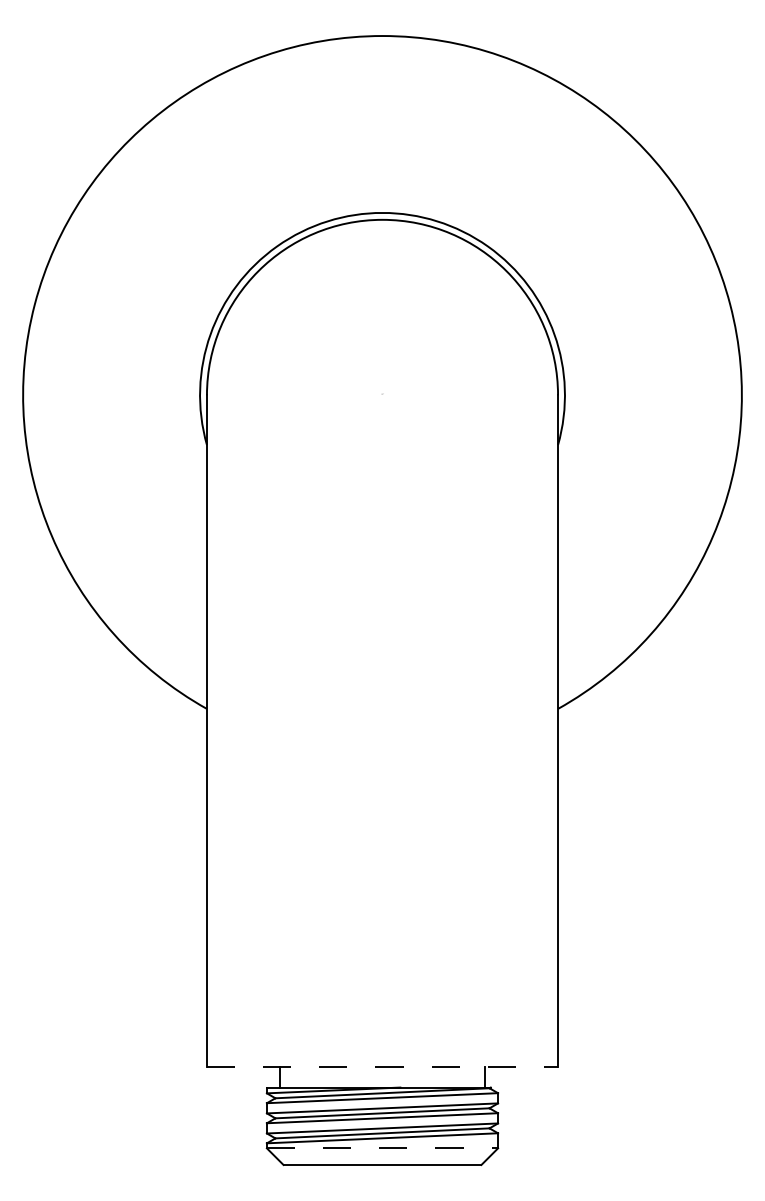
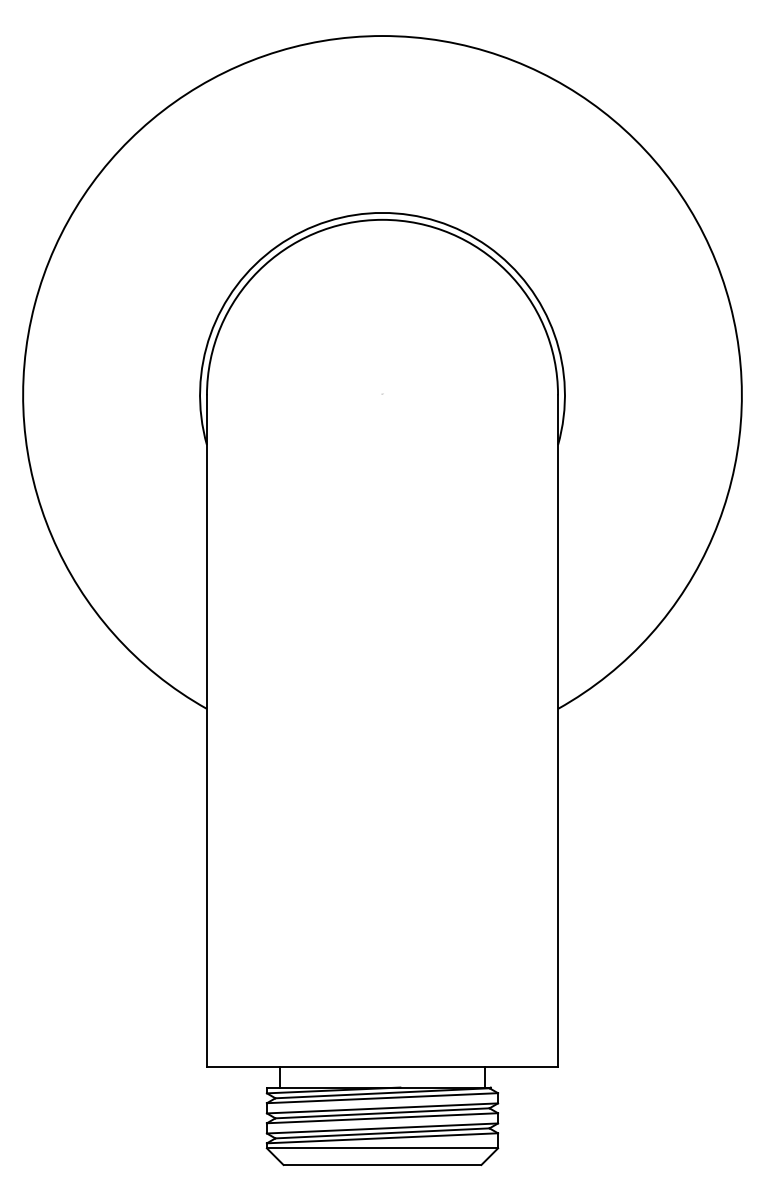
line at (382, 1066): dashed -> solid
line at (382, 1148): dashed -> solid
